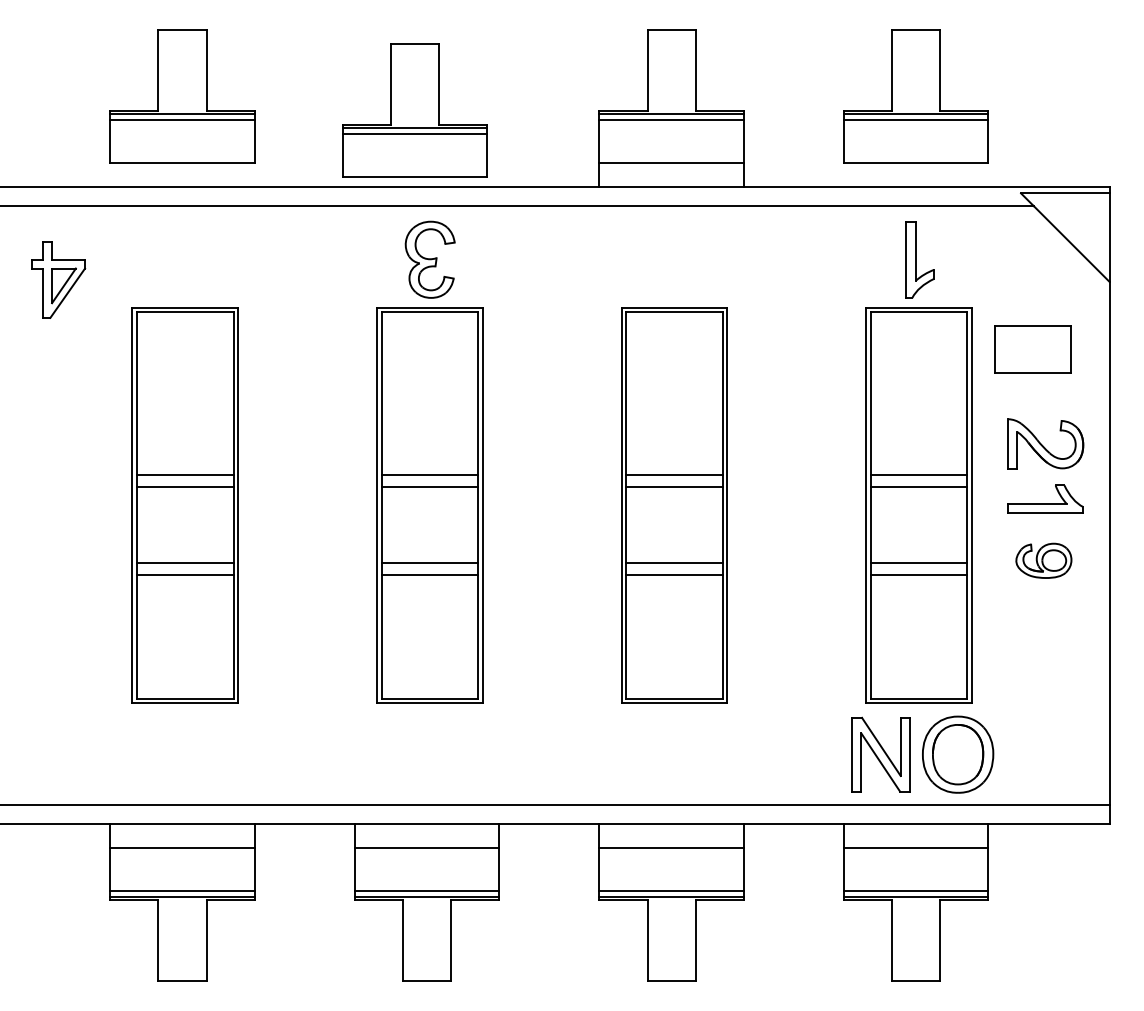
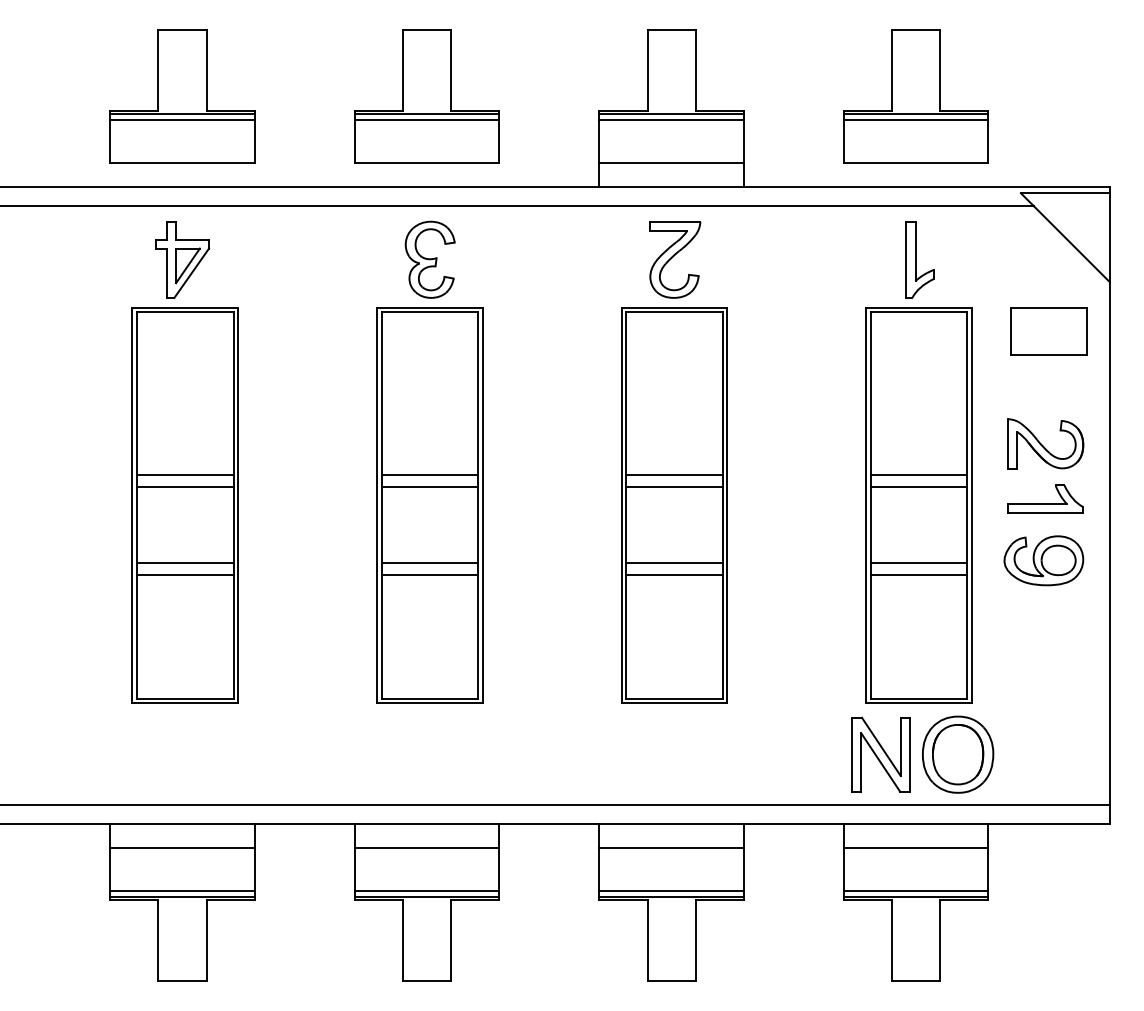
part at (414, 110) position: (414, 110) -> (426, 96)
part at (675, 259): none -> present
part at (58, 279) position: (58, 279) -> (182, 259)
part at (1032, 349) position: (1032, 349) -> (1048, 331)
part at (1043, 560) size: 58x37 px -> 82x52 px
